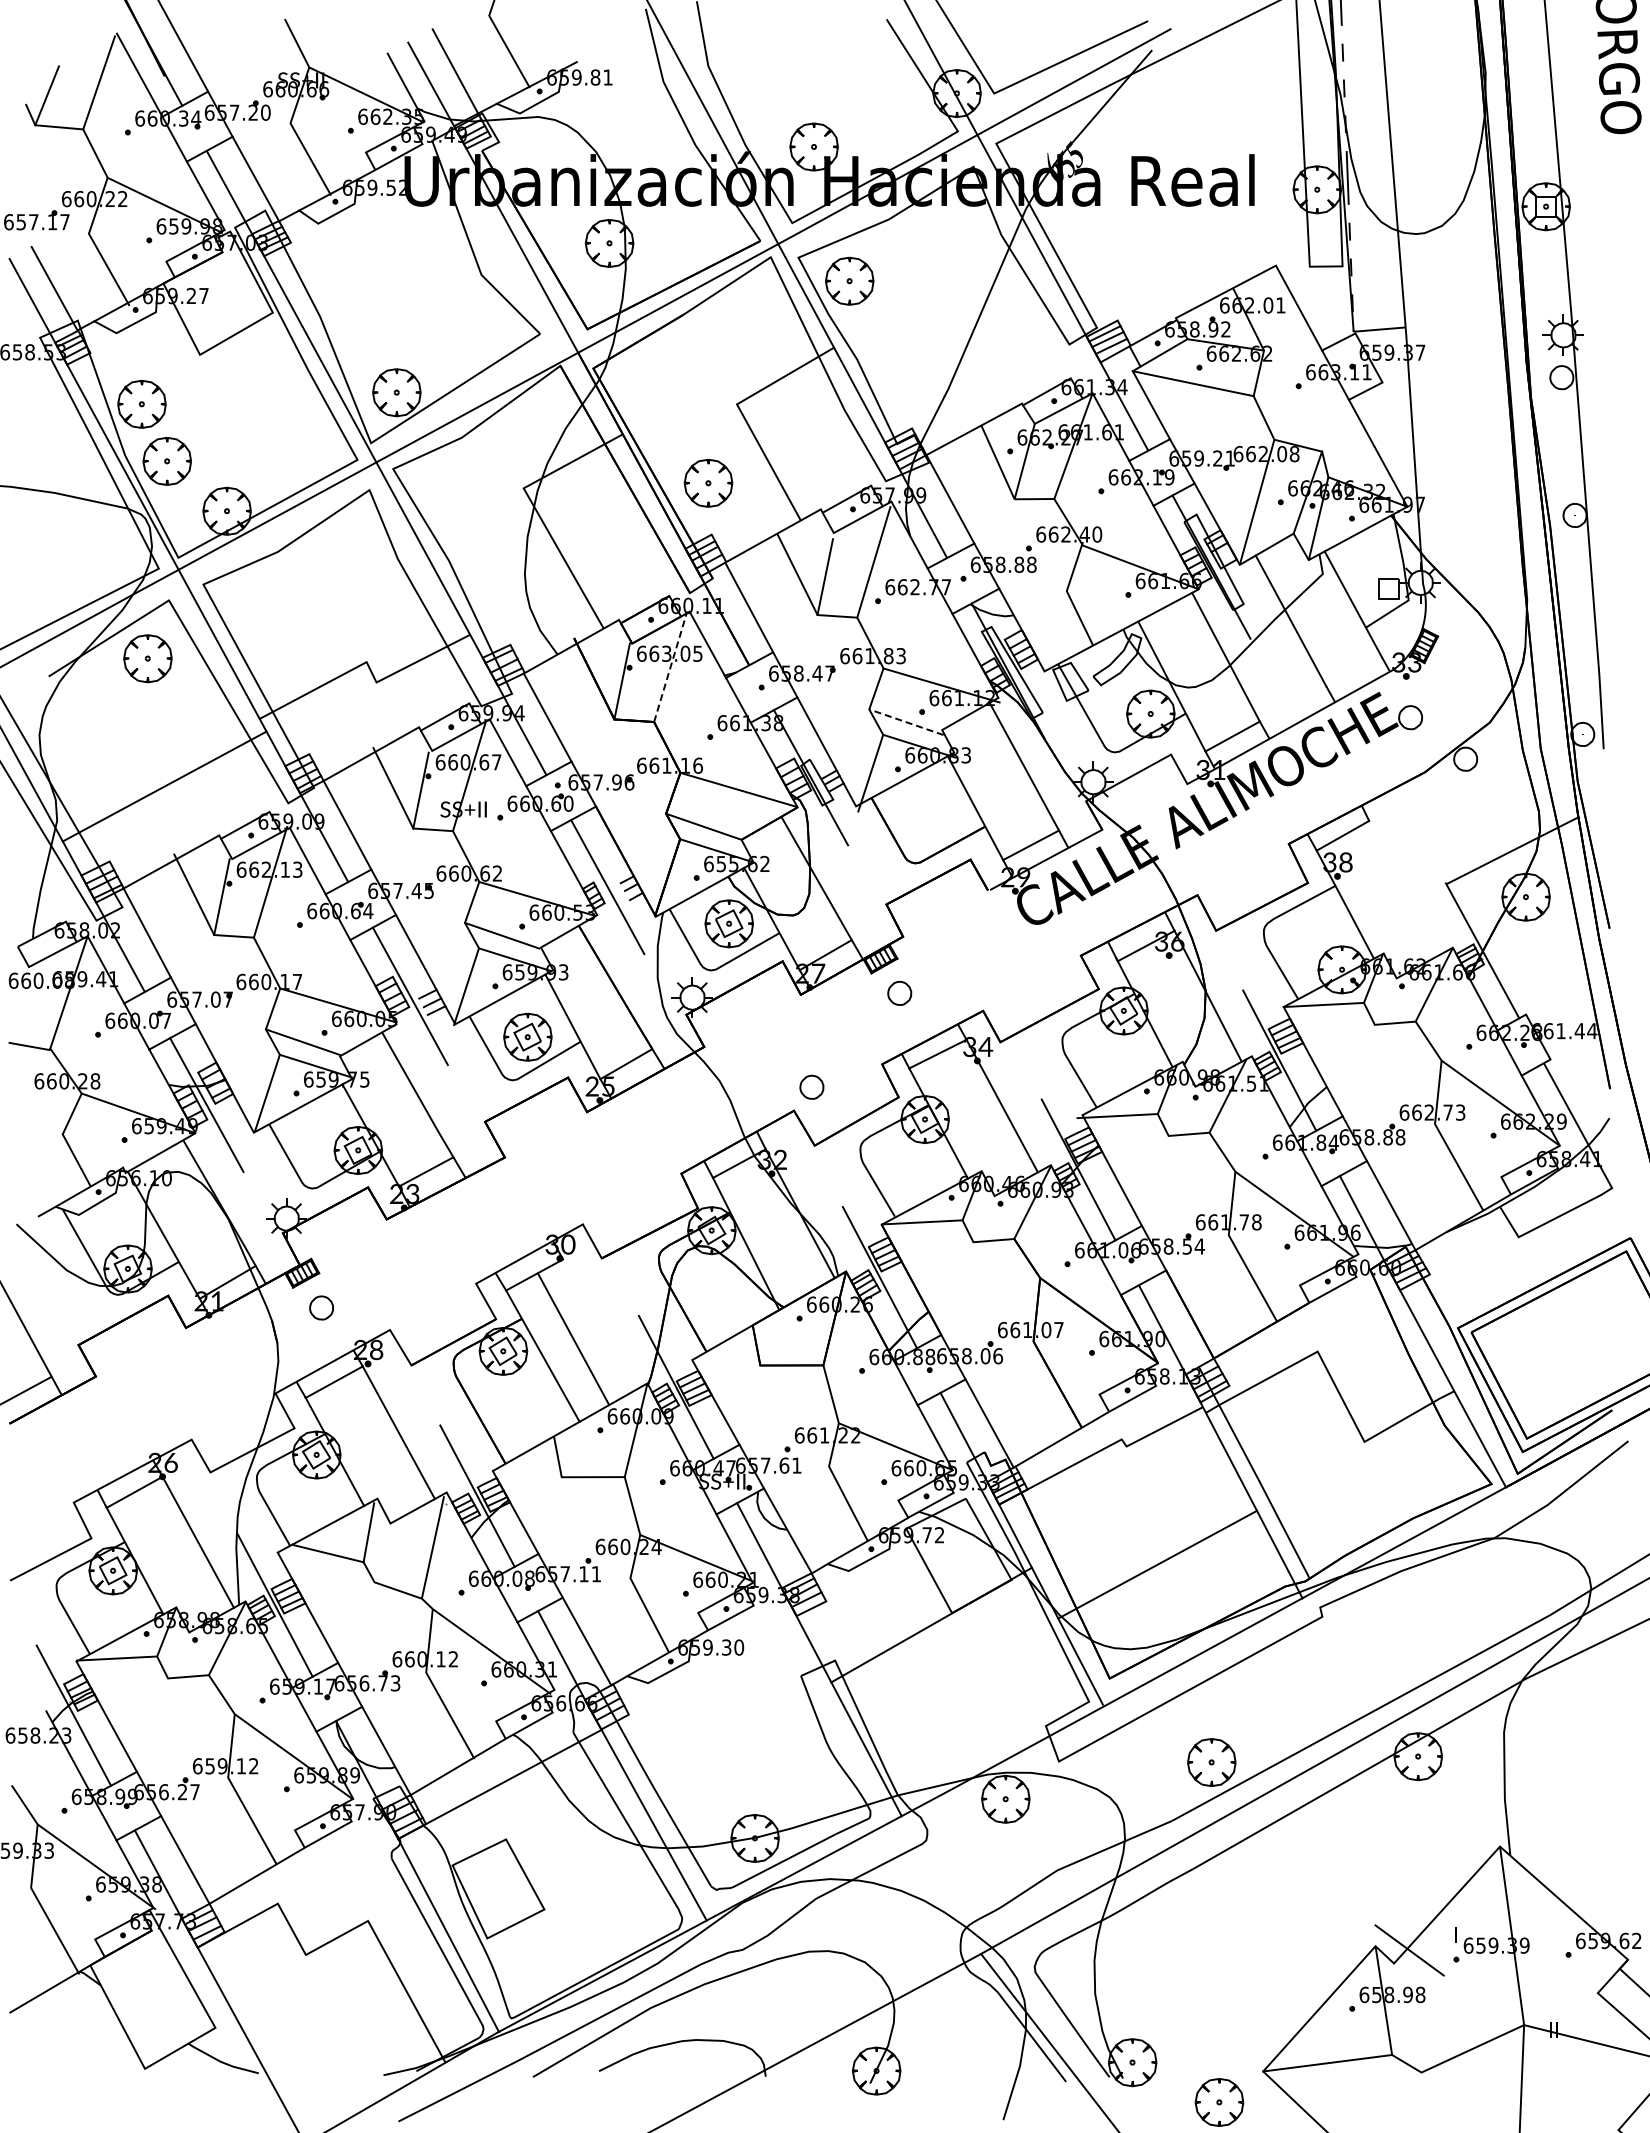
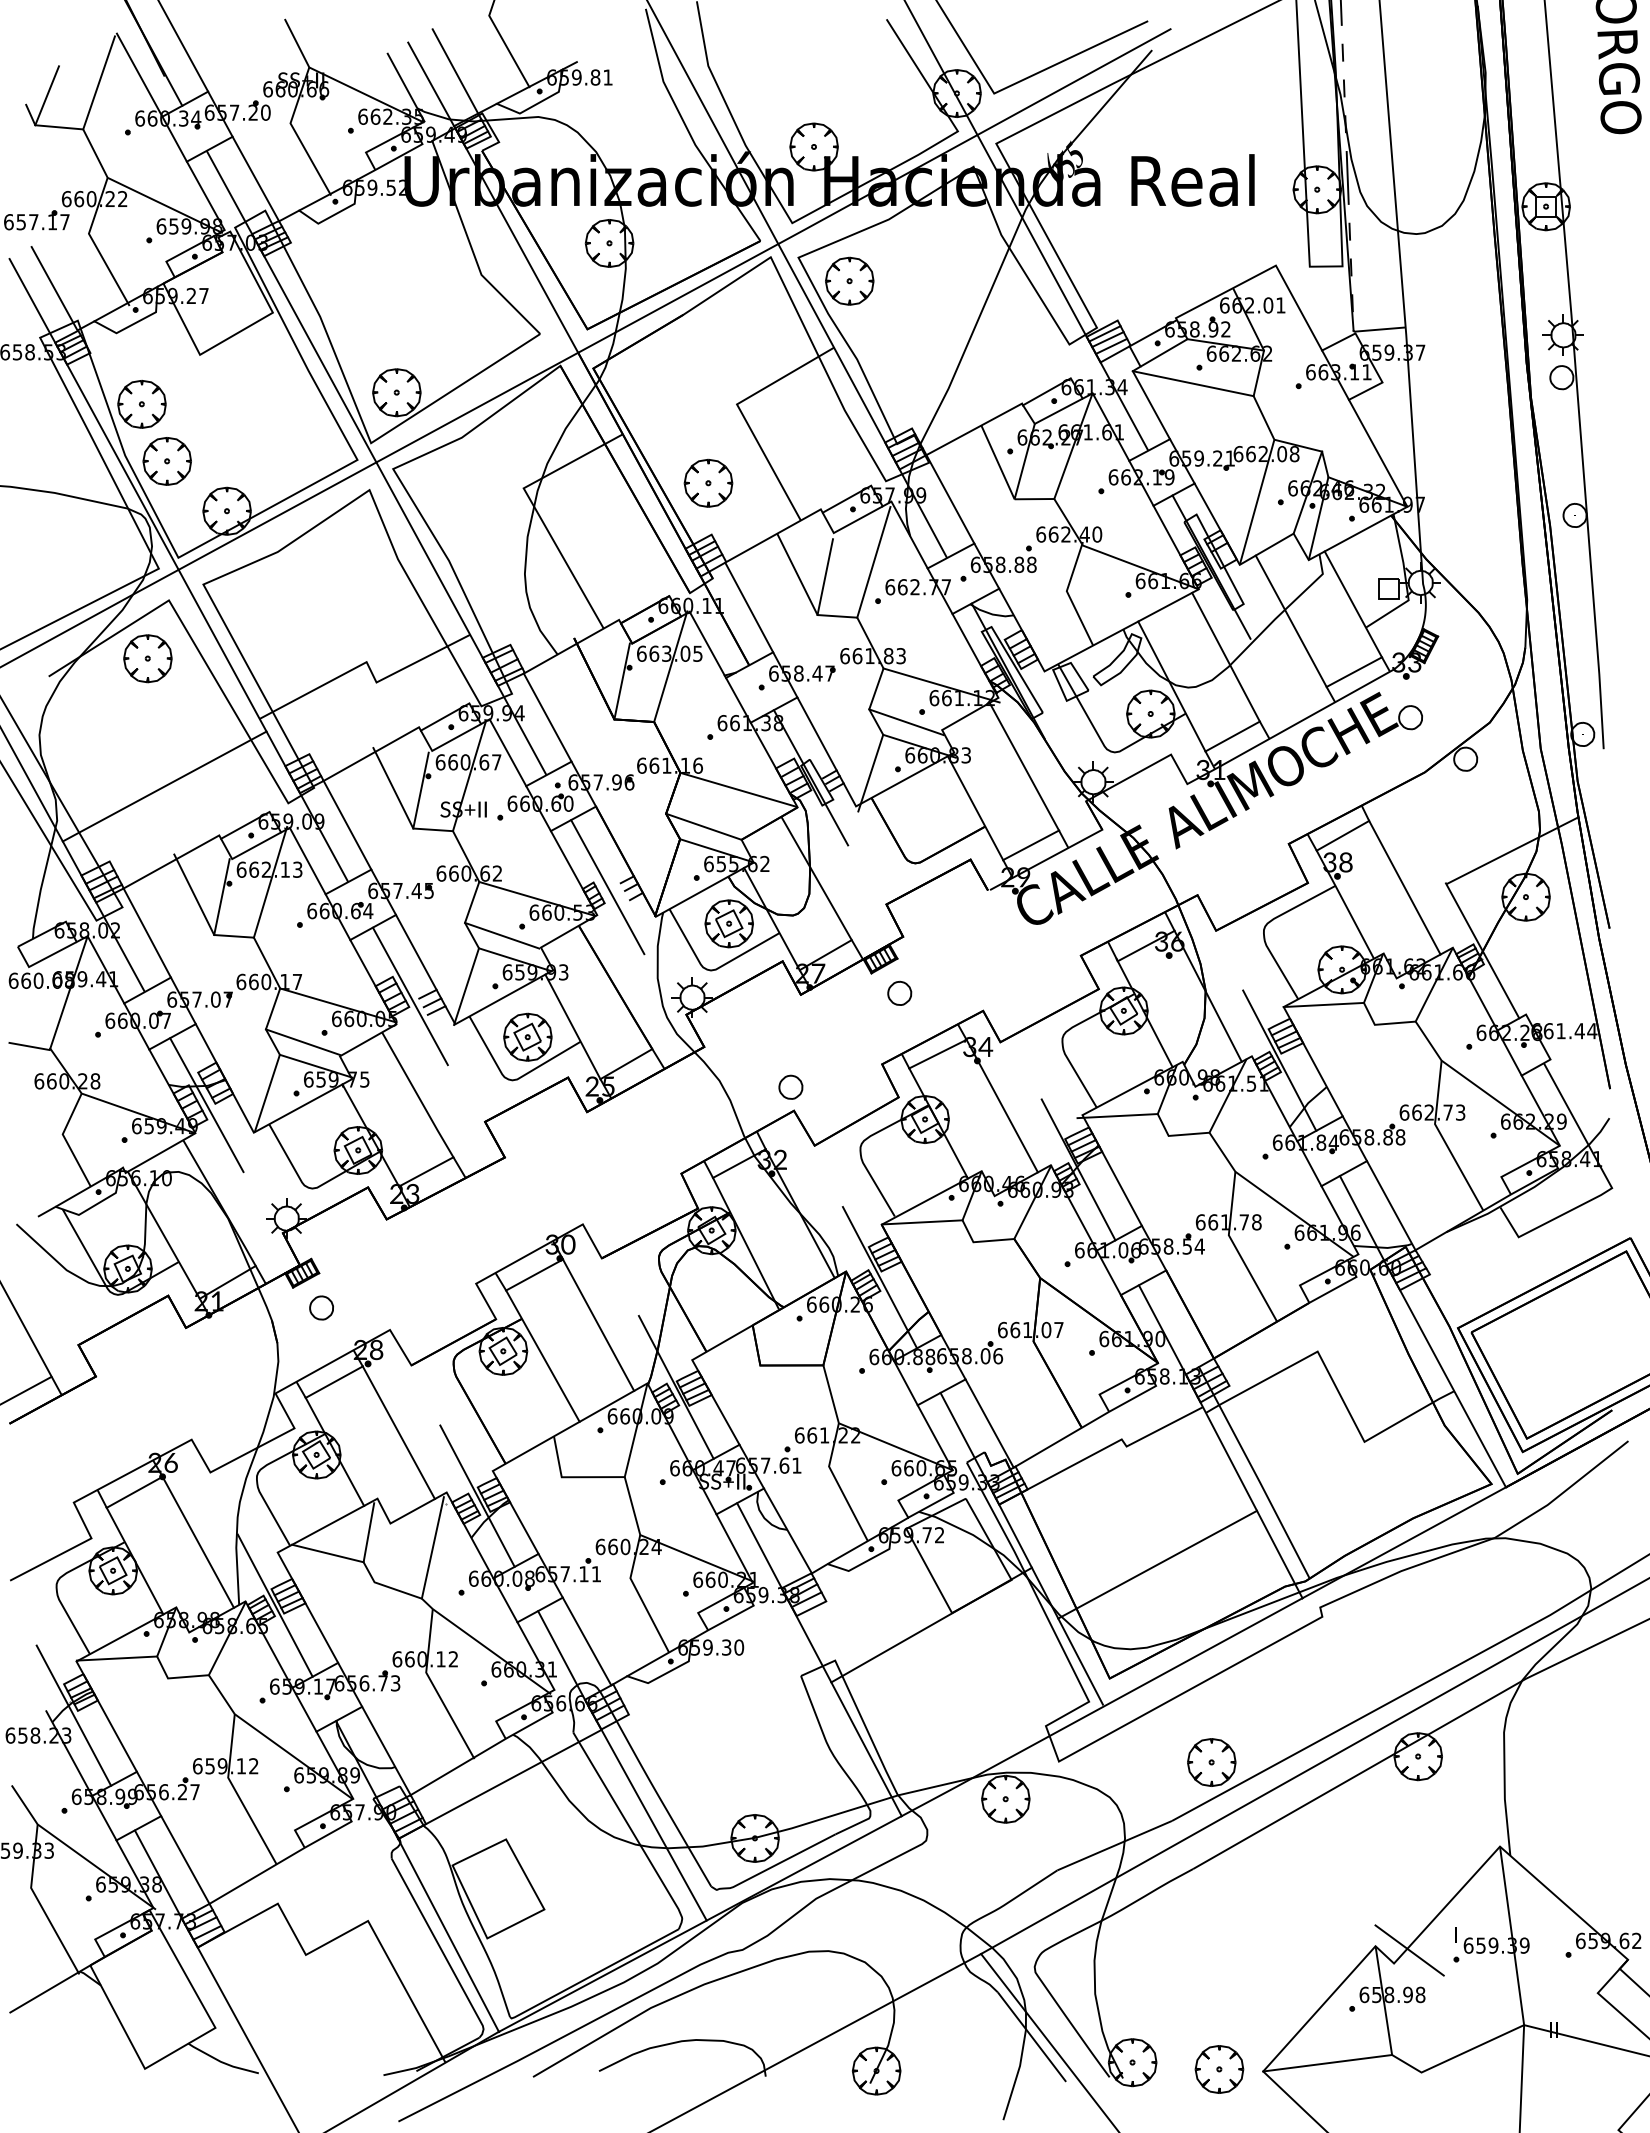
line at (670, 666): dashed -> solid
line at (1353, 671): none -> present
line at (905, 722): dashed -> solid
line at (1404, 887): none -> present
part at (811, 1086) position: (811, 1086) -> (790, 1086)
line at (573, 1338) position: (573, 1338) -> (598, 1324)
part at (1219, 2102) position: (1219, 2102) -> (1219, 2069)
